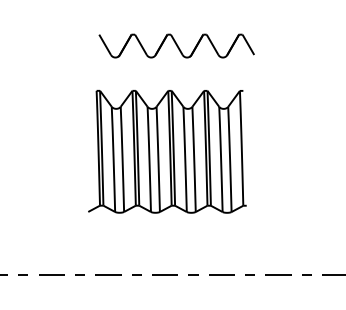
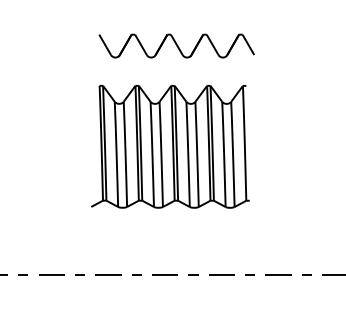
part at (167, 151) position: (167, 151) -> (170, 146)
